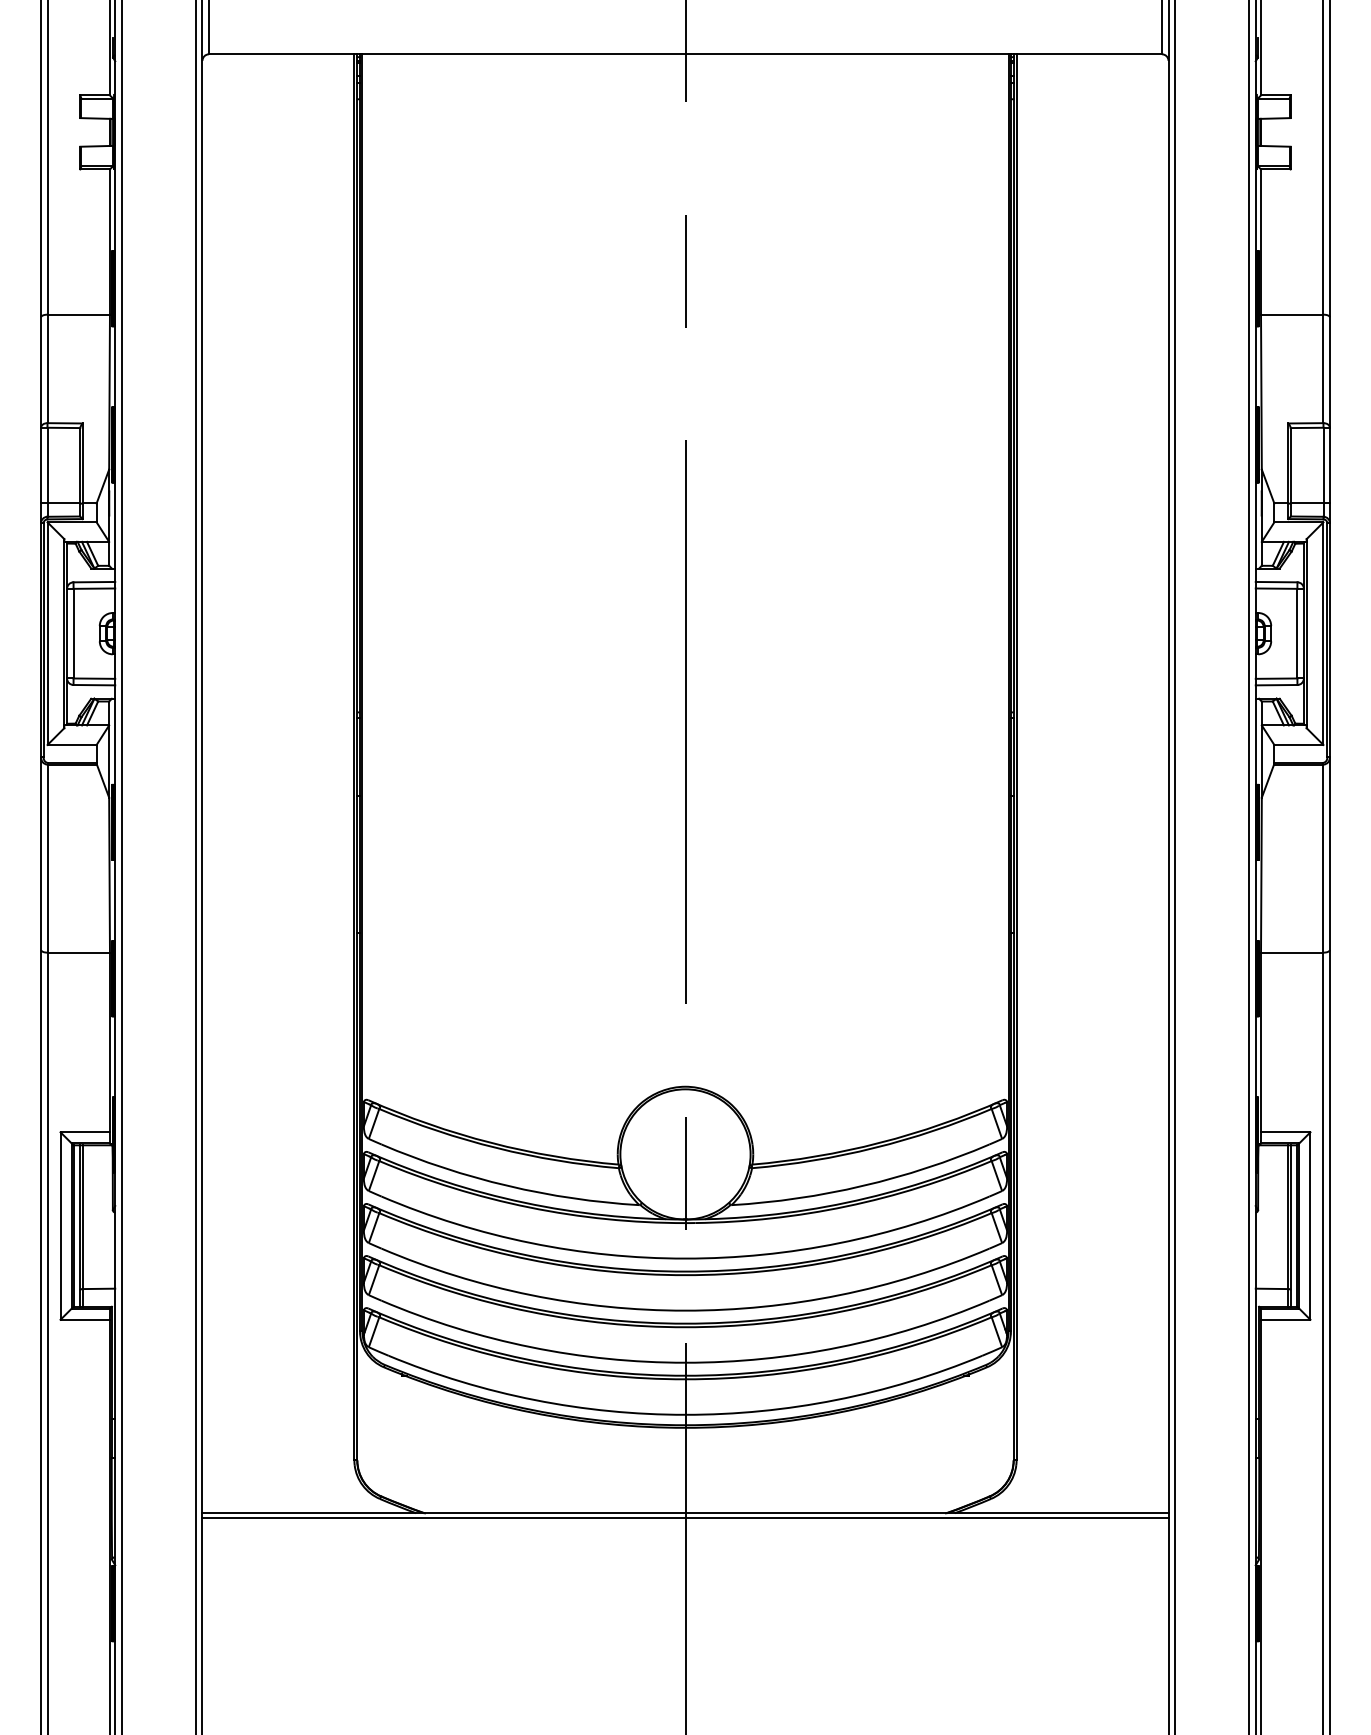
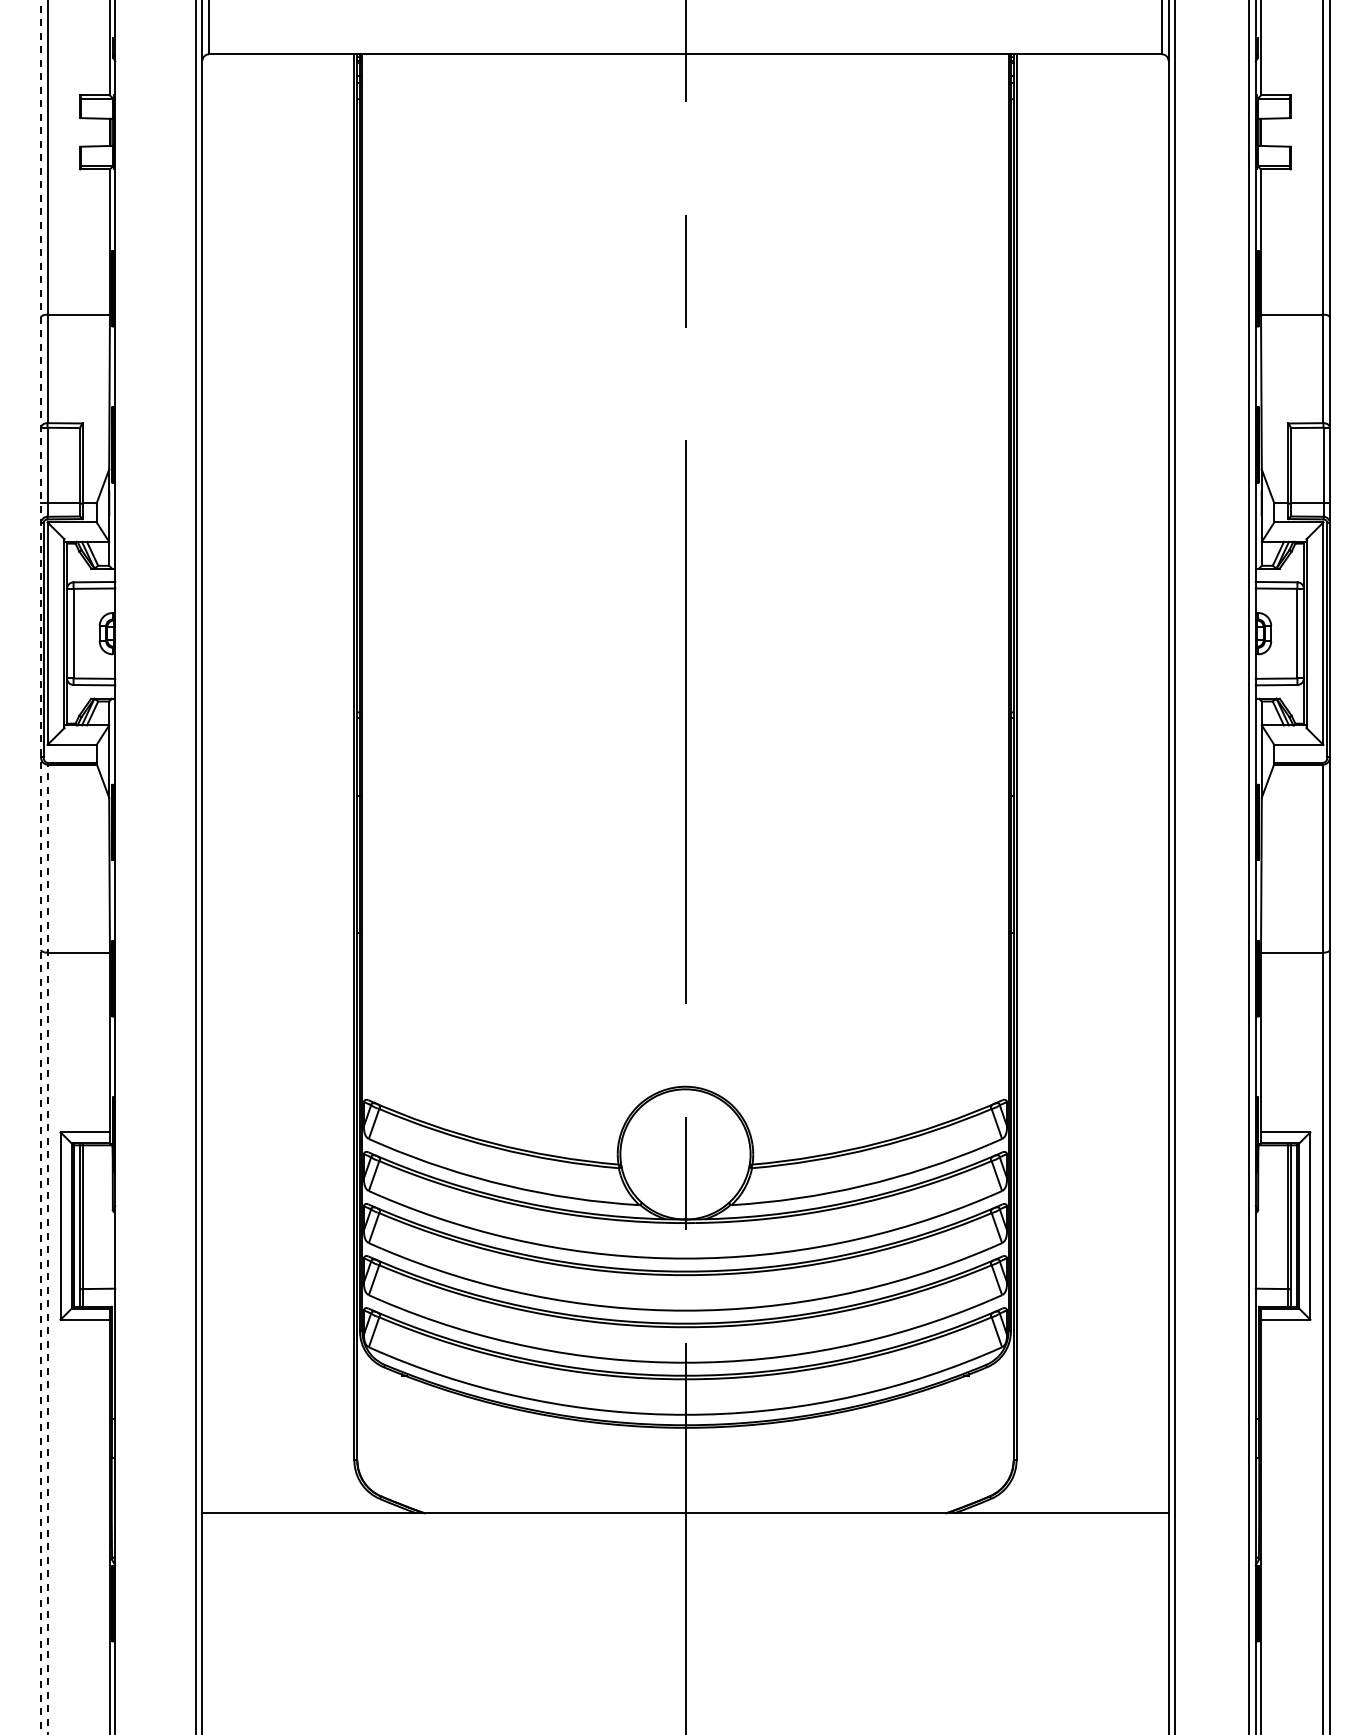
line at (41, 866): solid -> dashed
line at (121, 866): present -> none
line at (47, 1248): solid -> dashed
line at (685, 1518): present -> none
